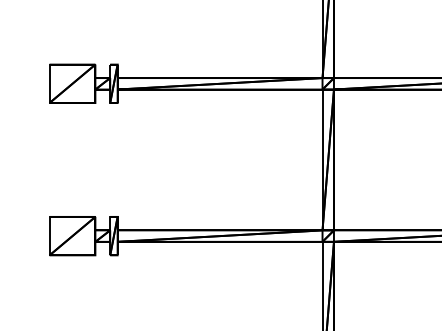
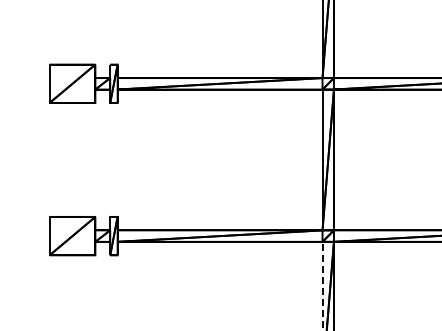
line at (322, 285): solid -> dashed
